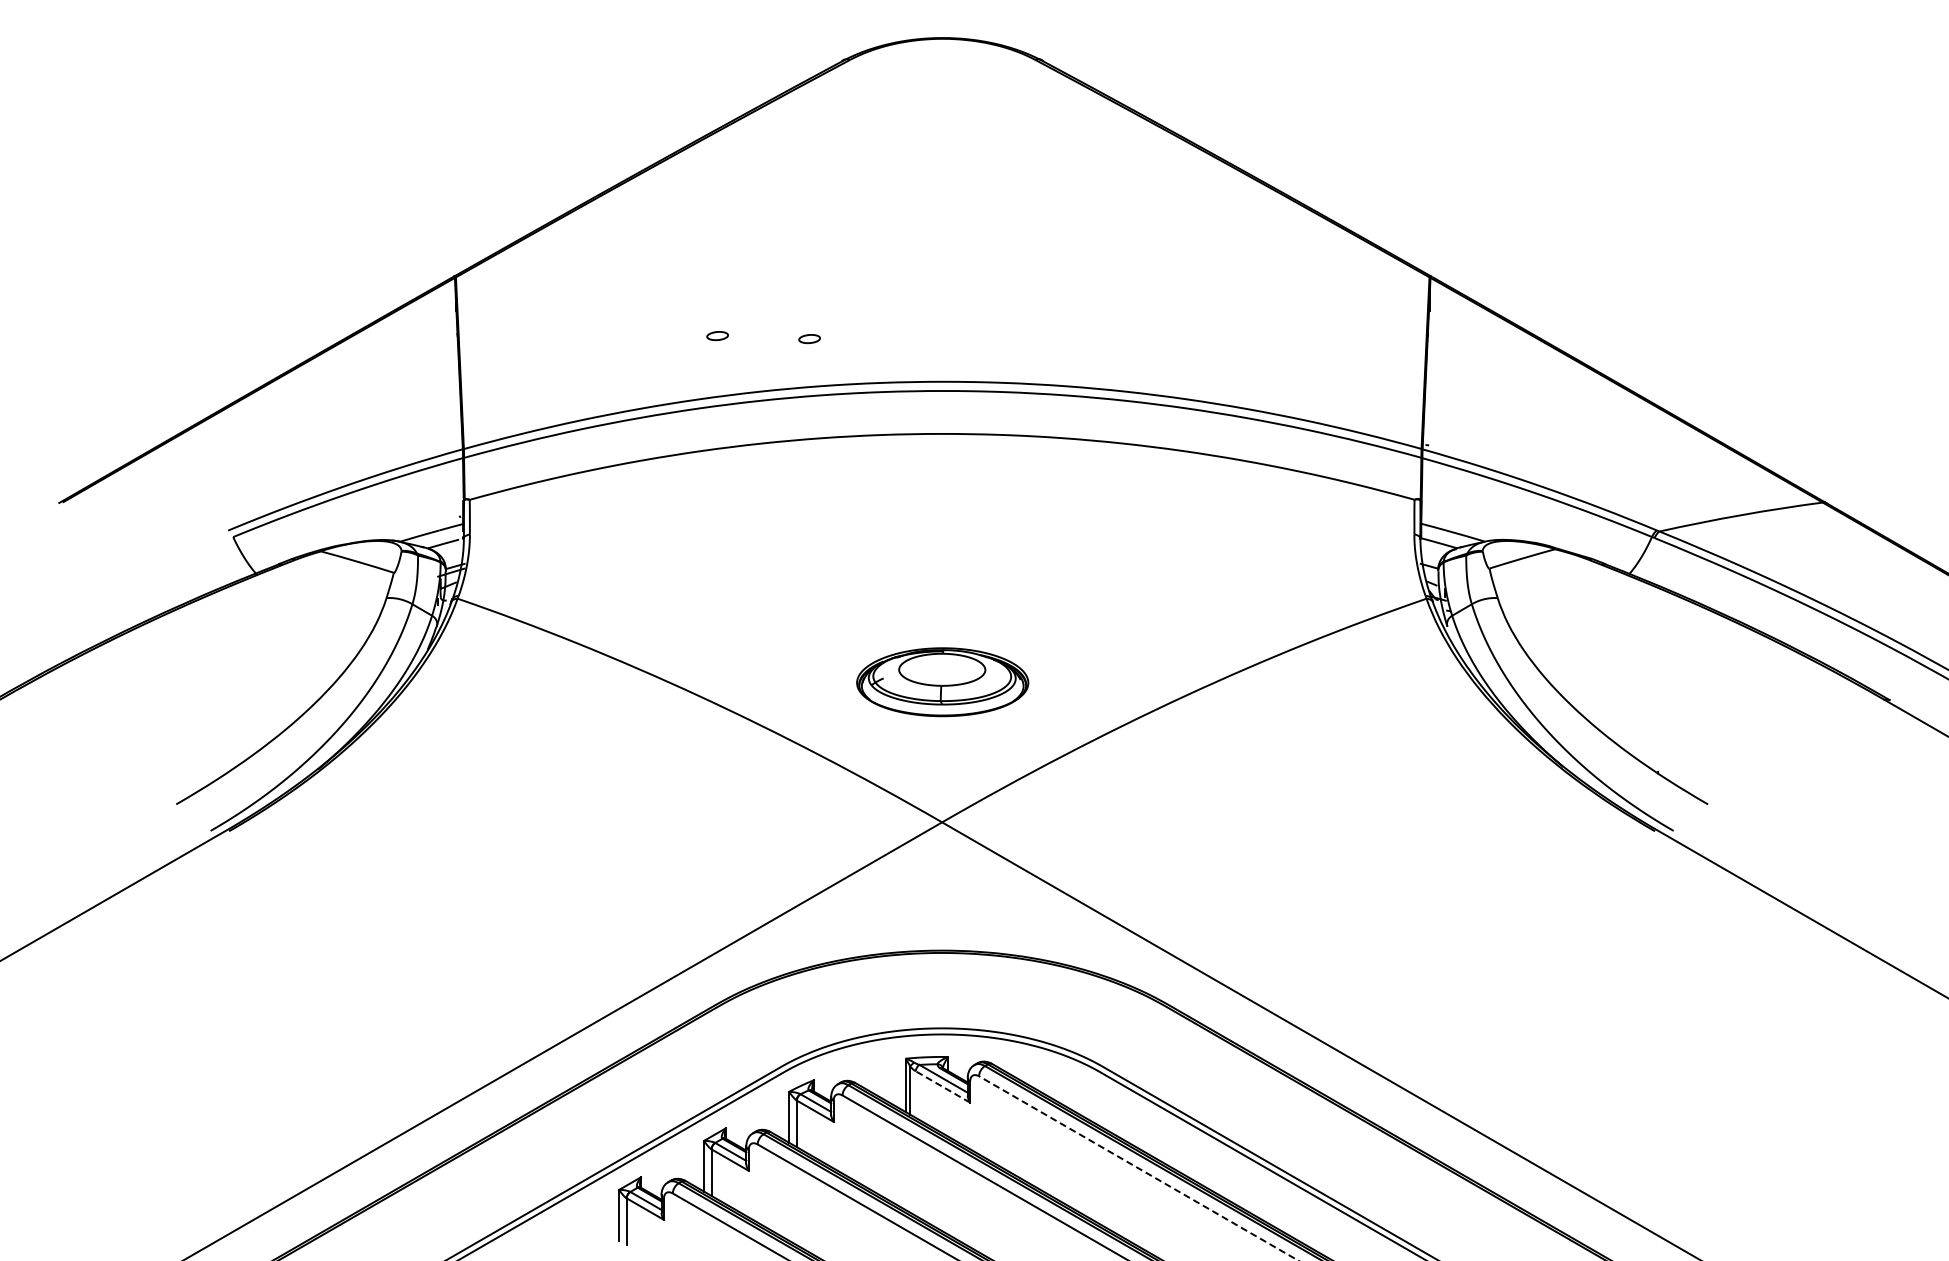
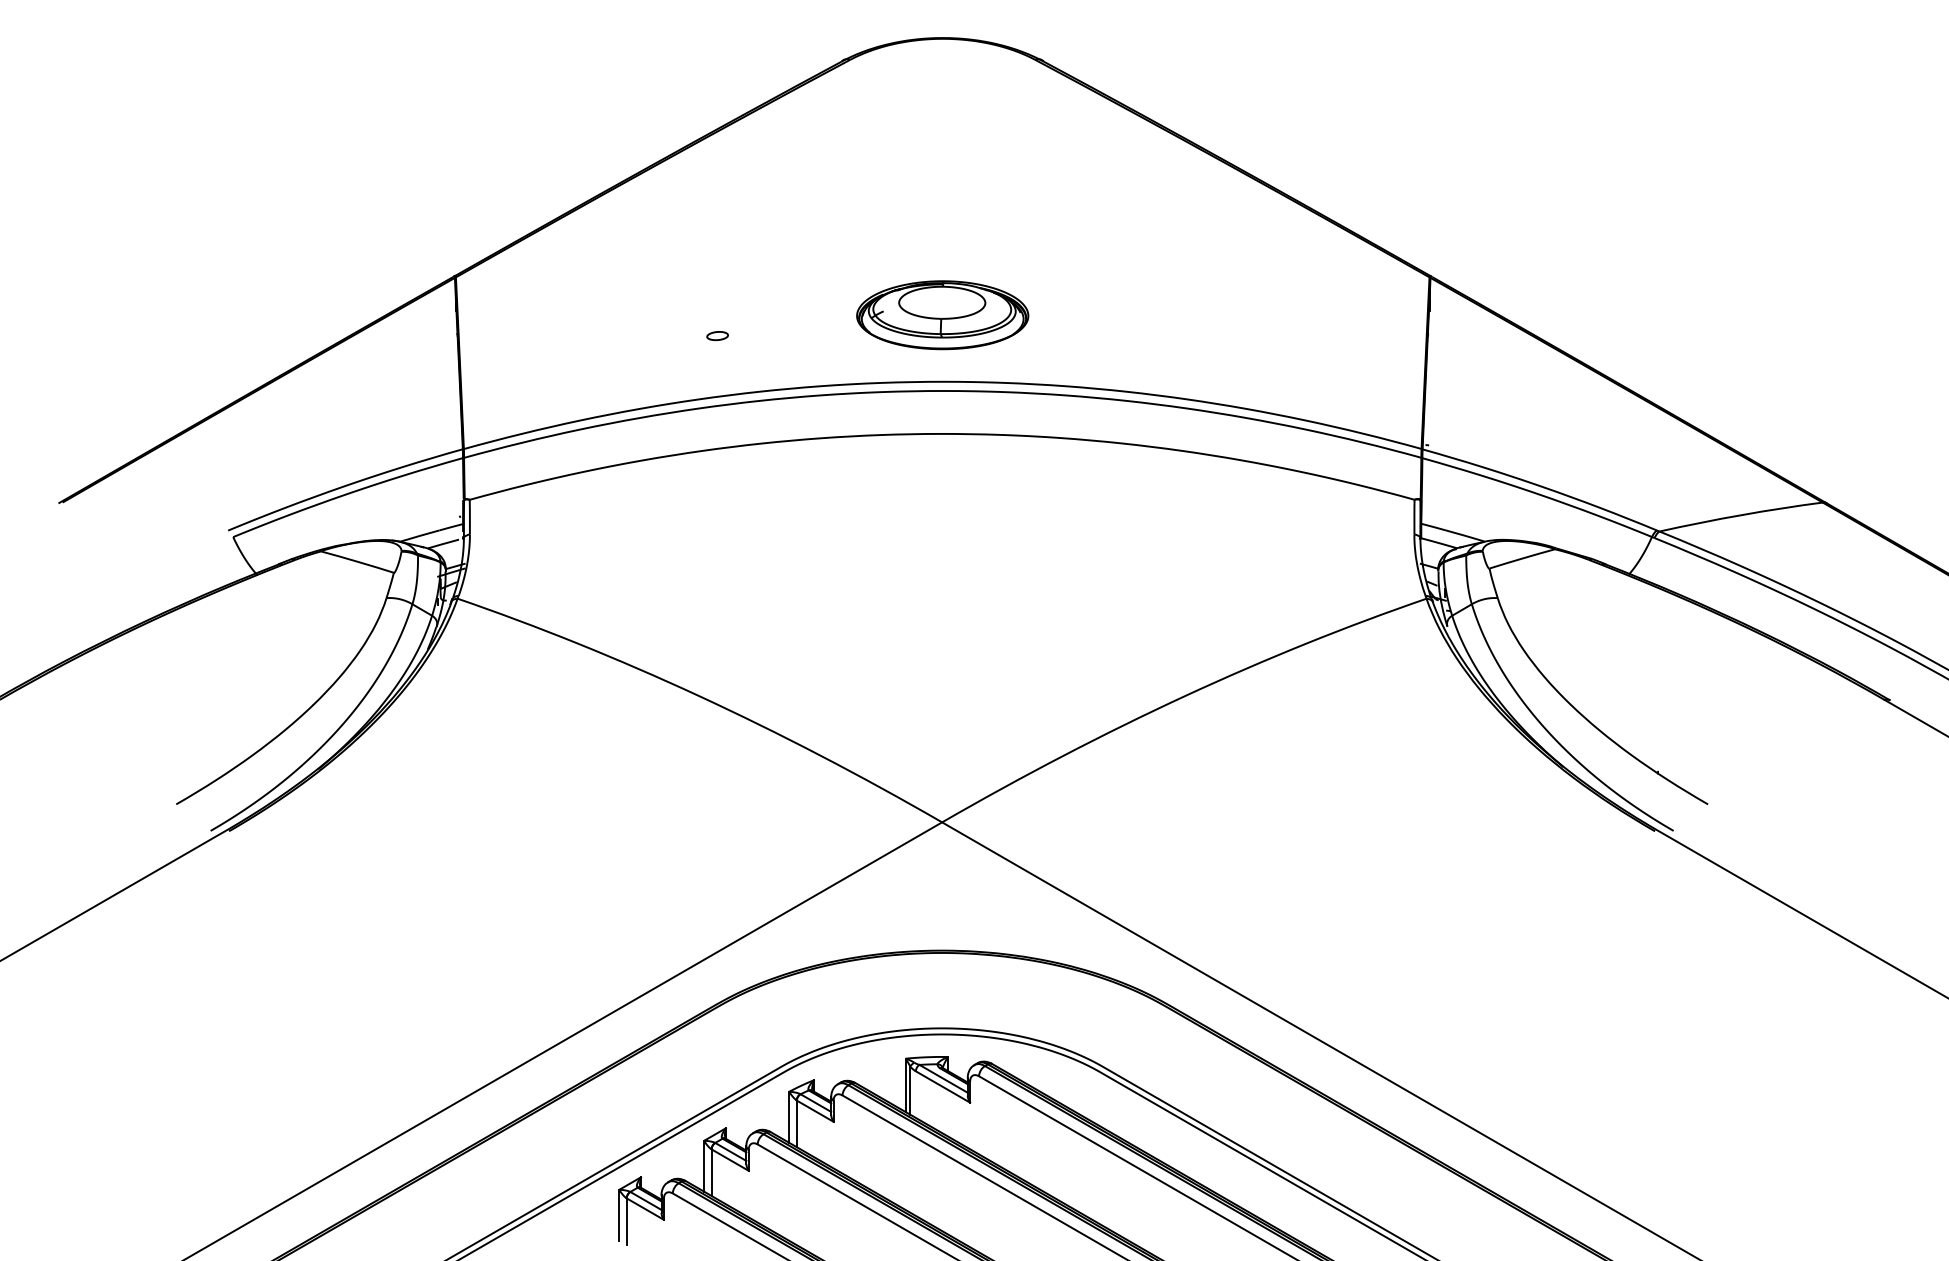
part at (809, 339): present -> none
part at (942, 682) position: (942, 682) -> (942, 315)
line at (942, 1086): dashed -> solid
line at (1138, 1168): dashed -> solid
